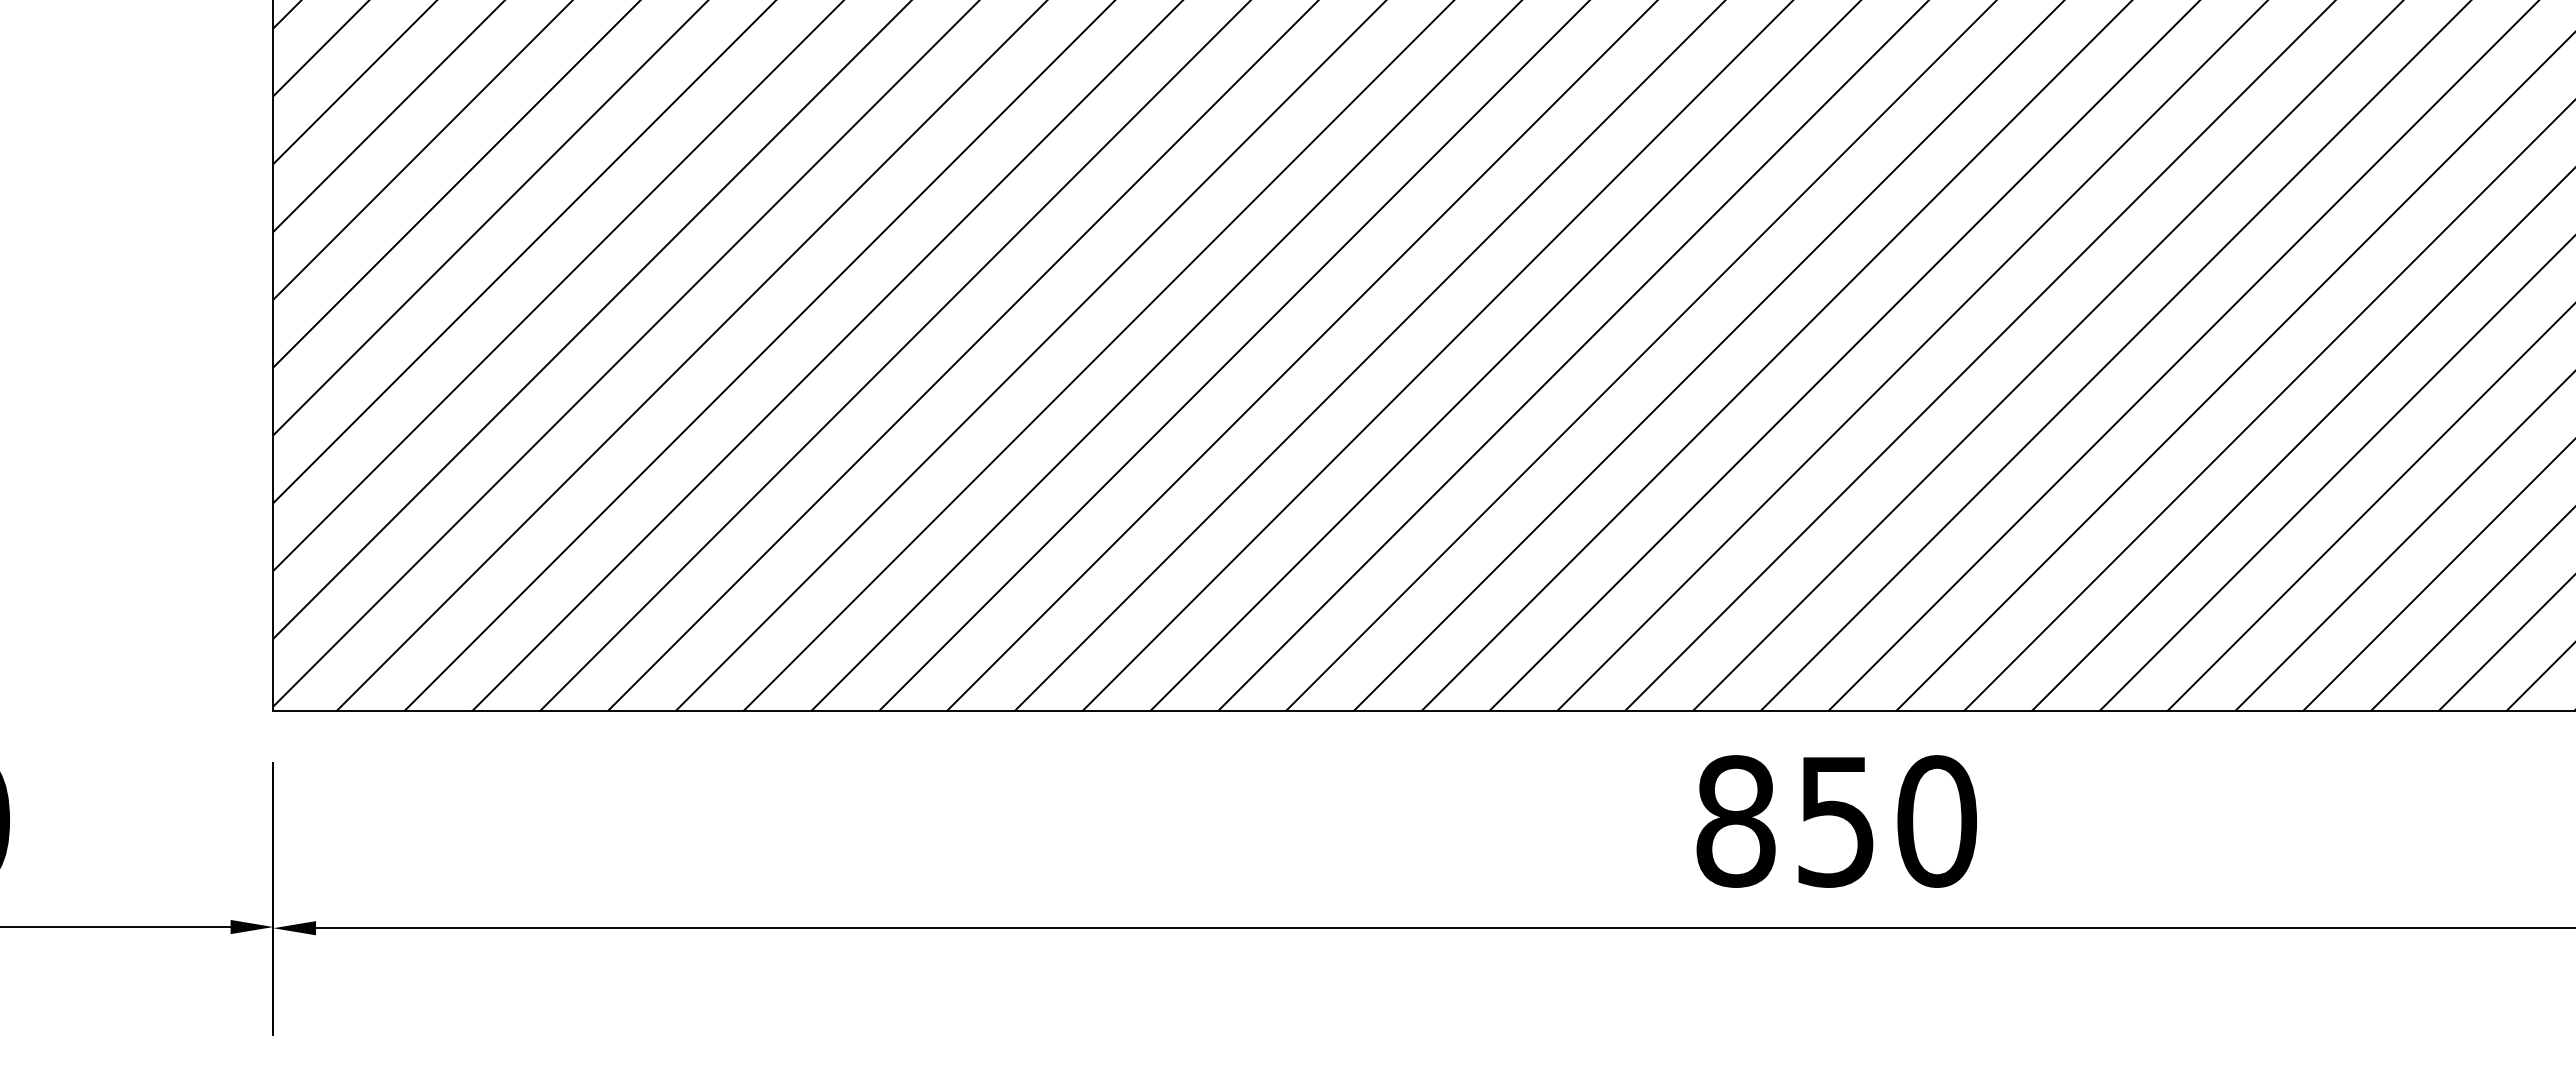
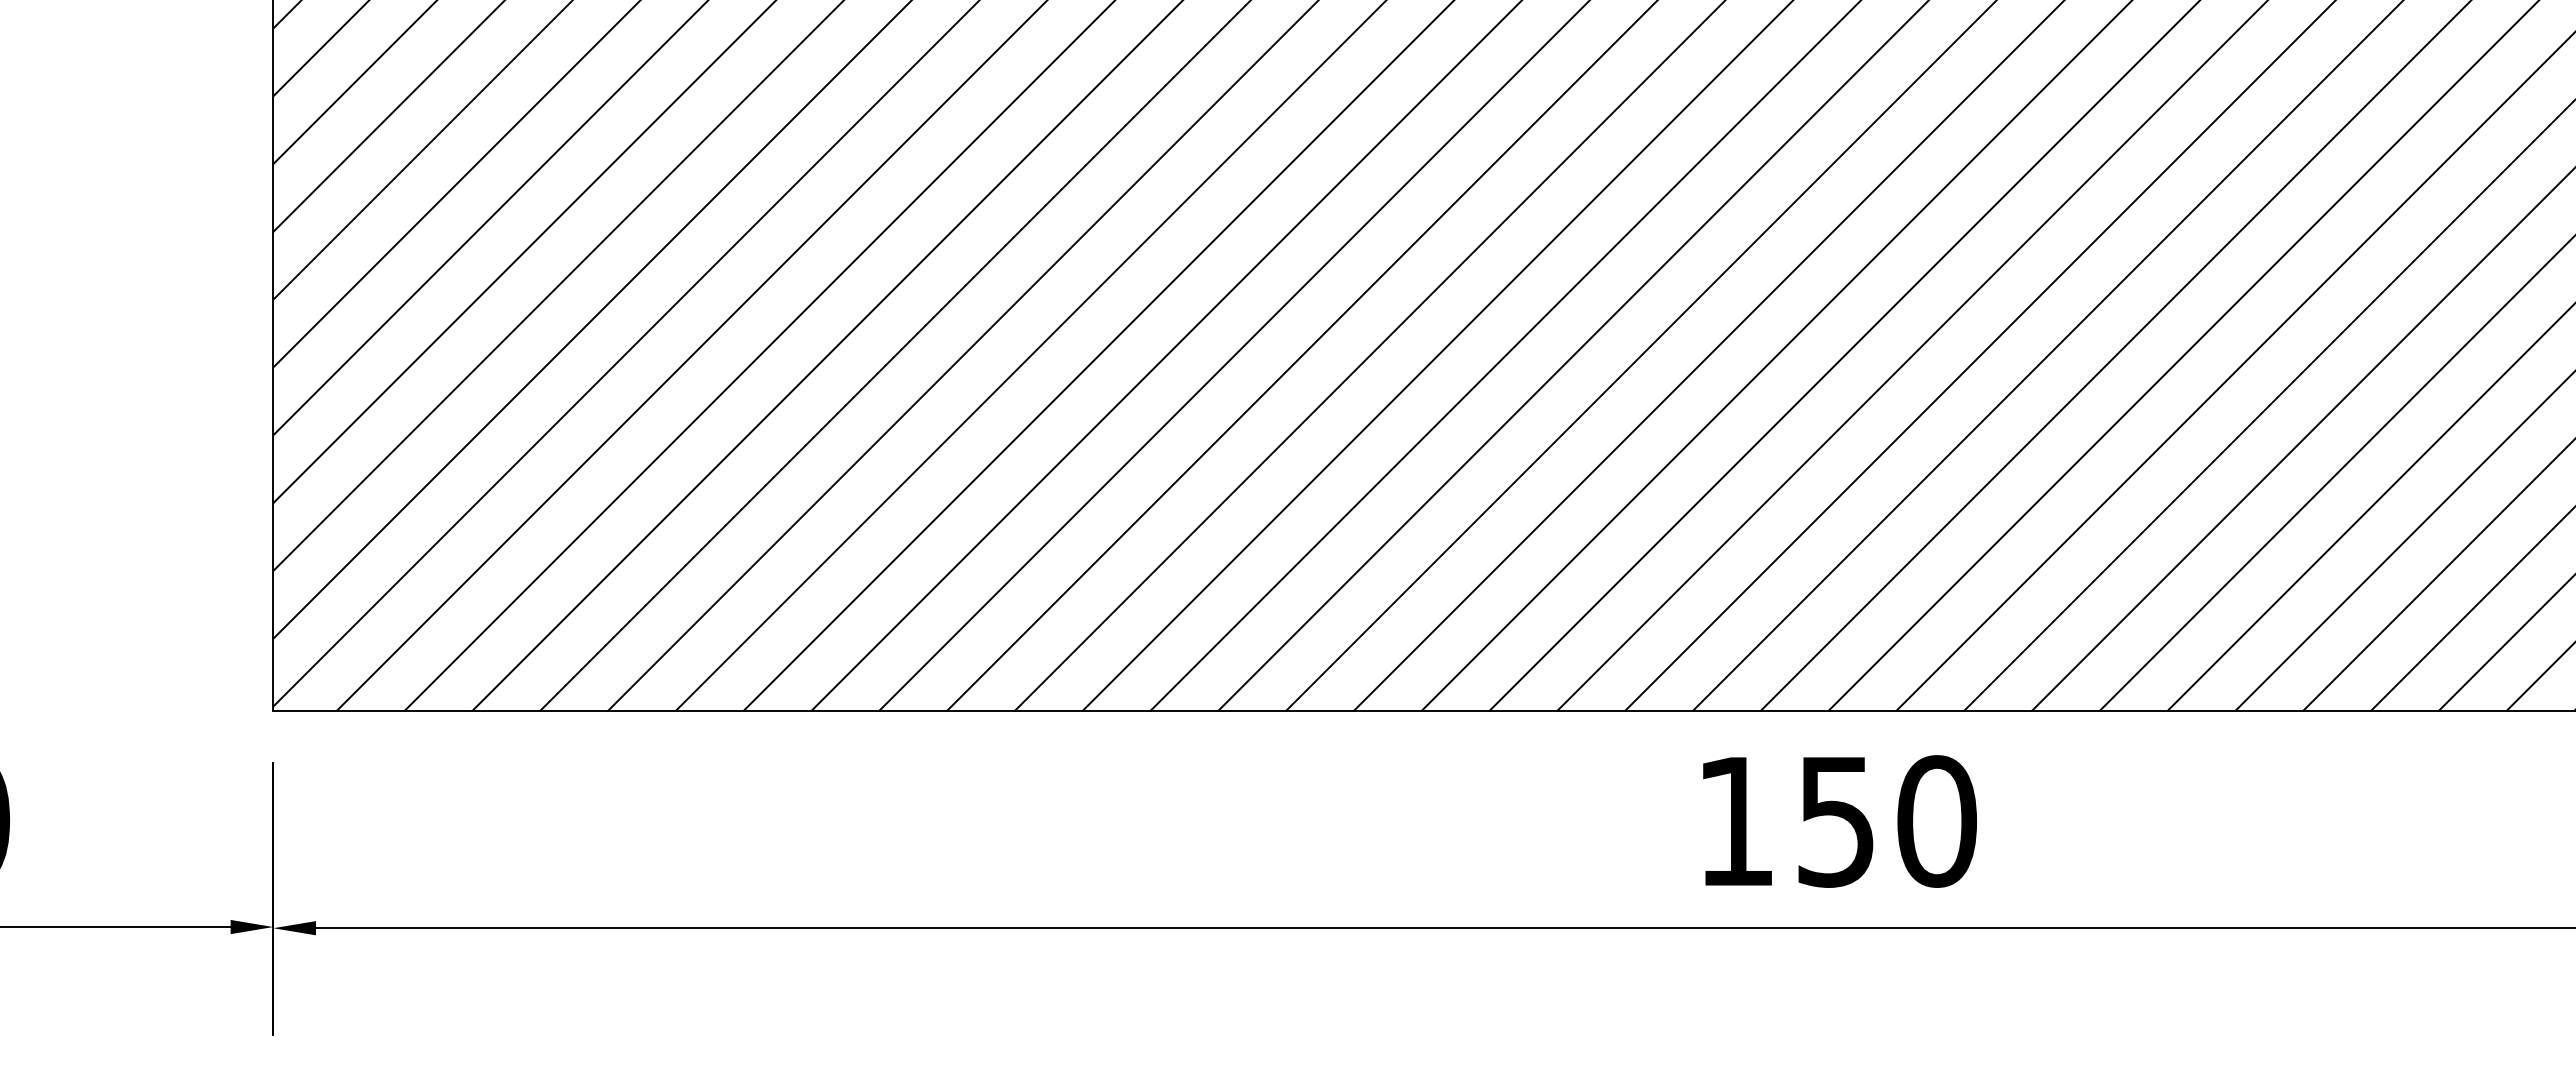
text at (1735, 821): 850 -> 150
